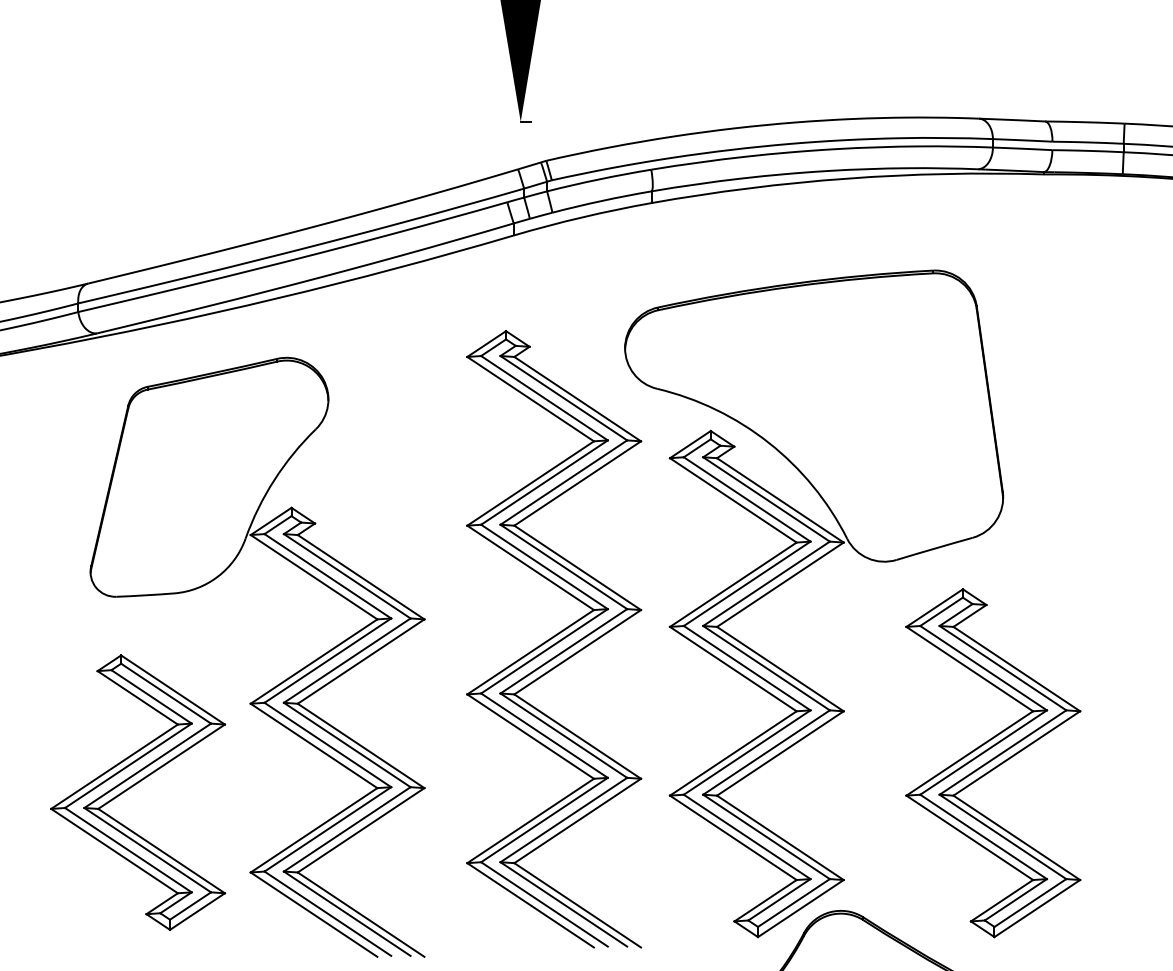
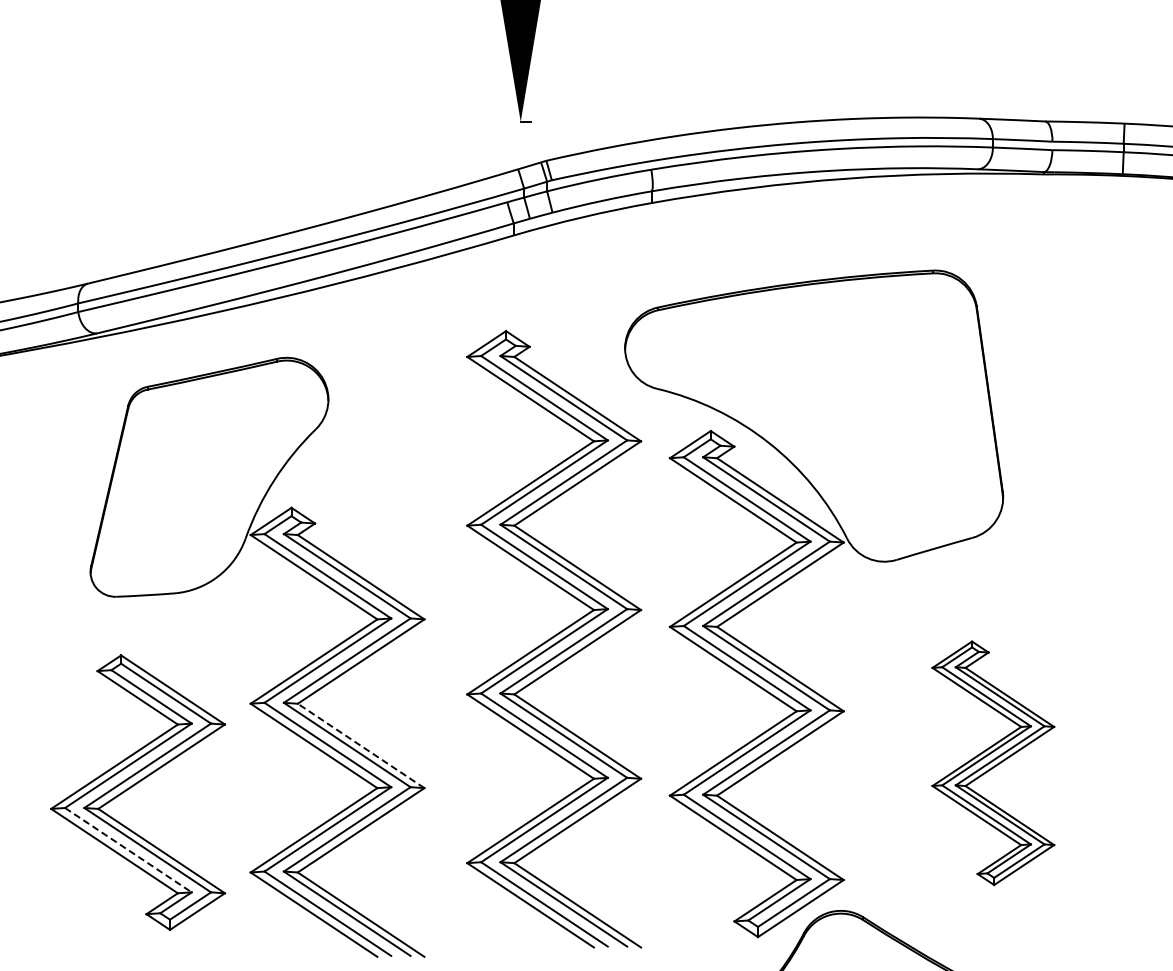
line at (360, 745): solid -> dashed
part at (993, 763) size: 177x351 px -> 125x247 px
line at (128, 850): solid -> dashed
